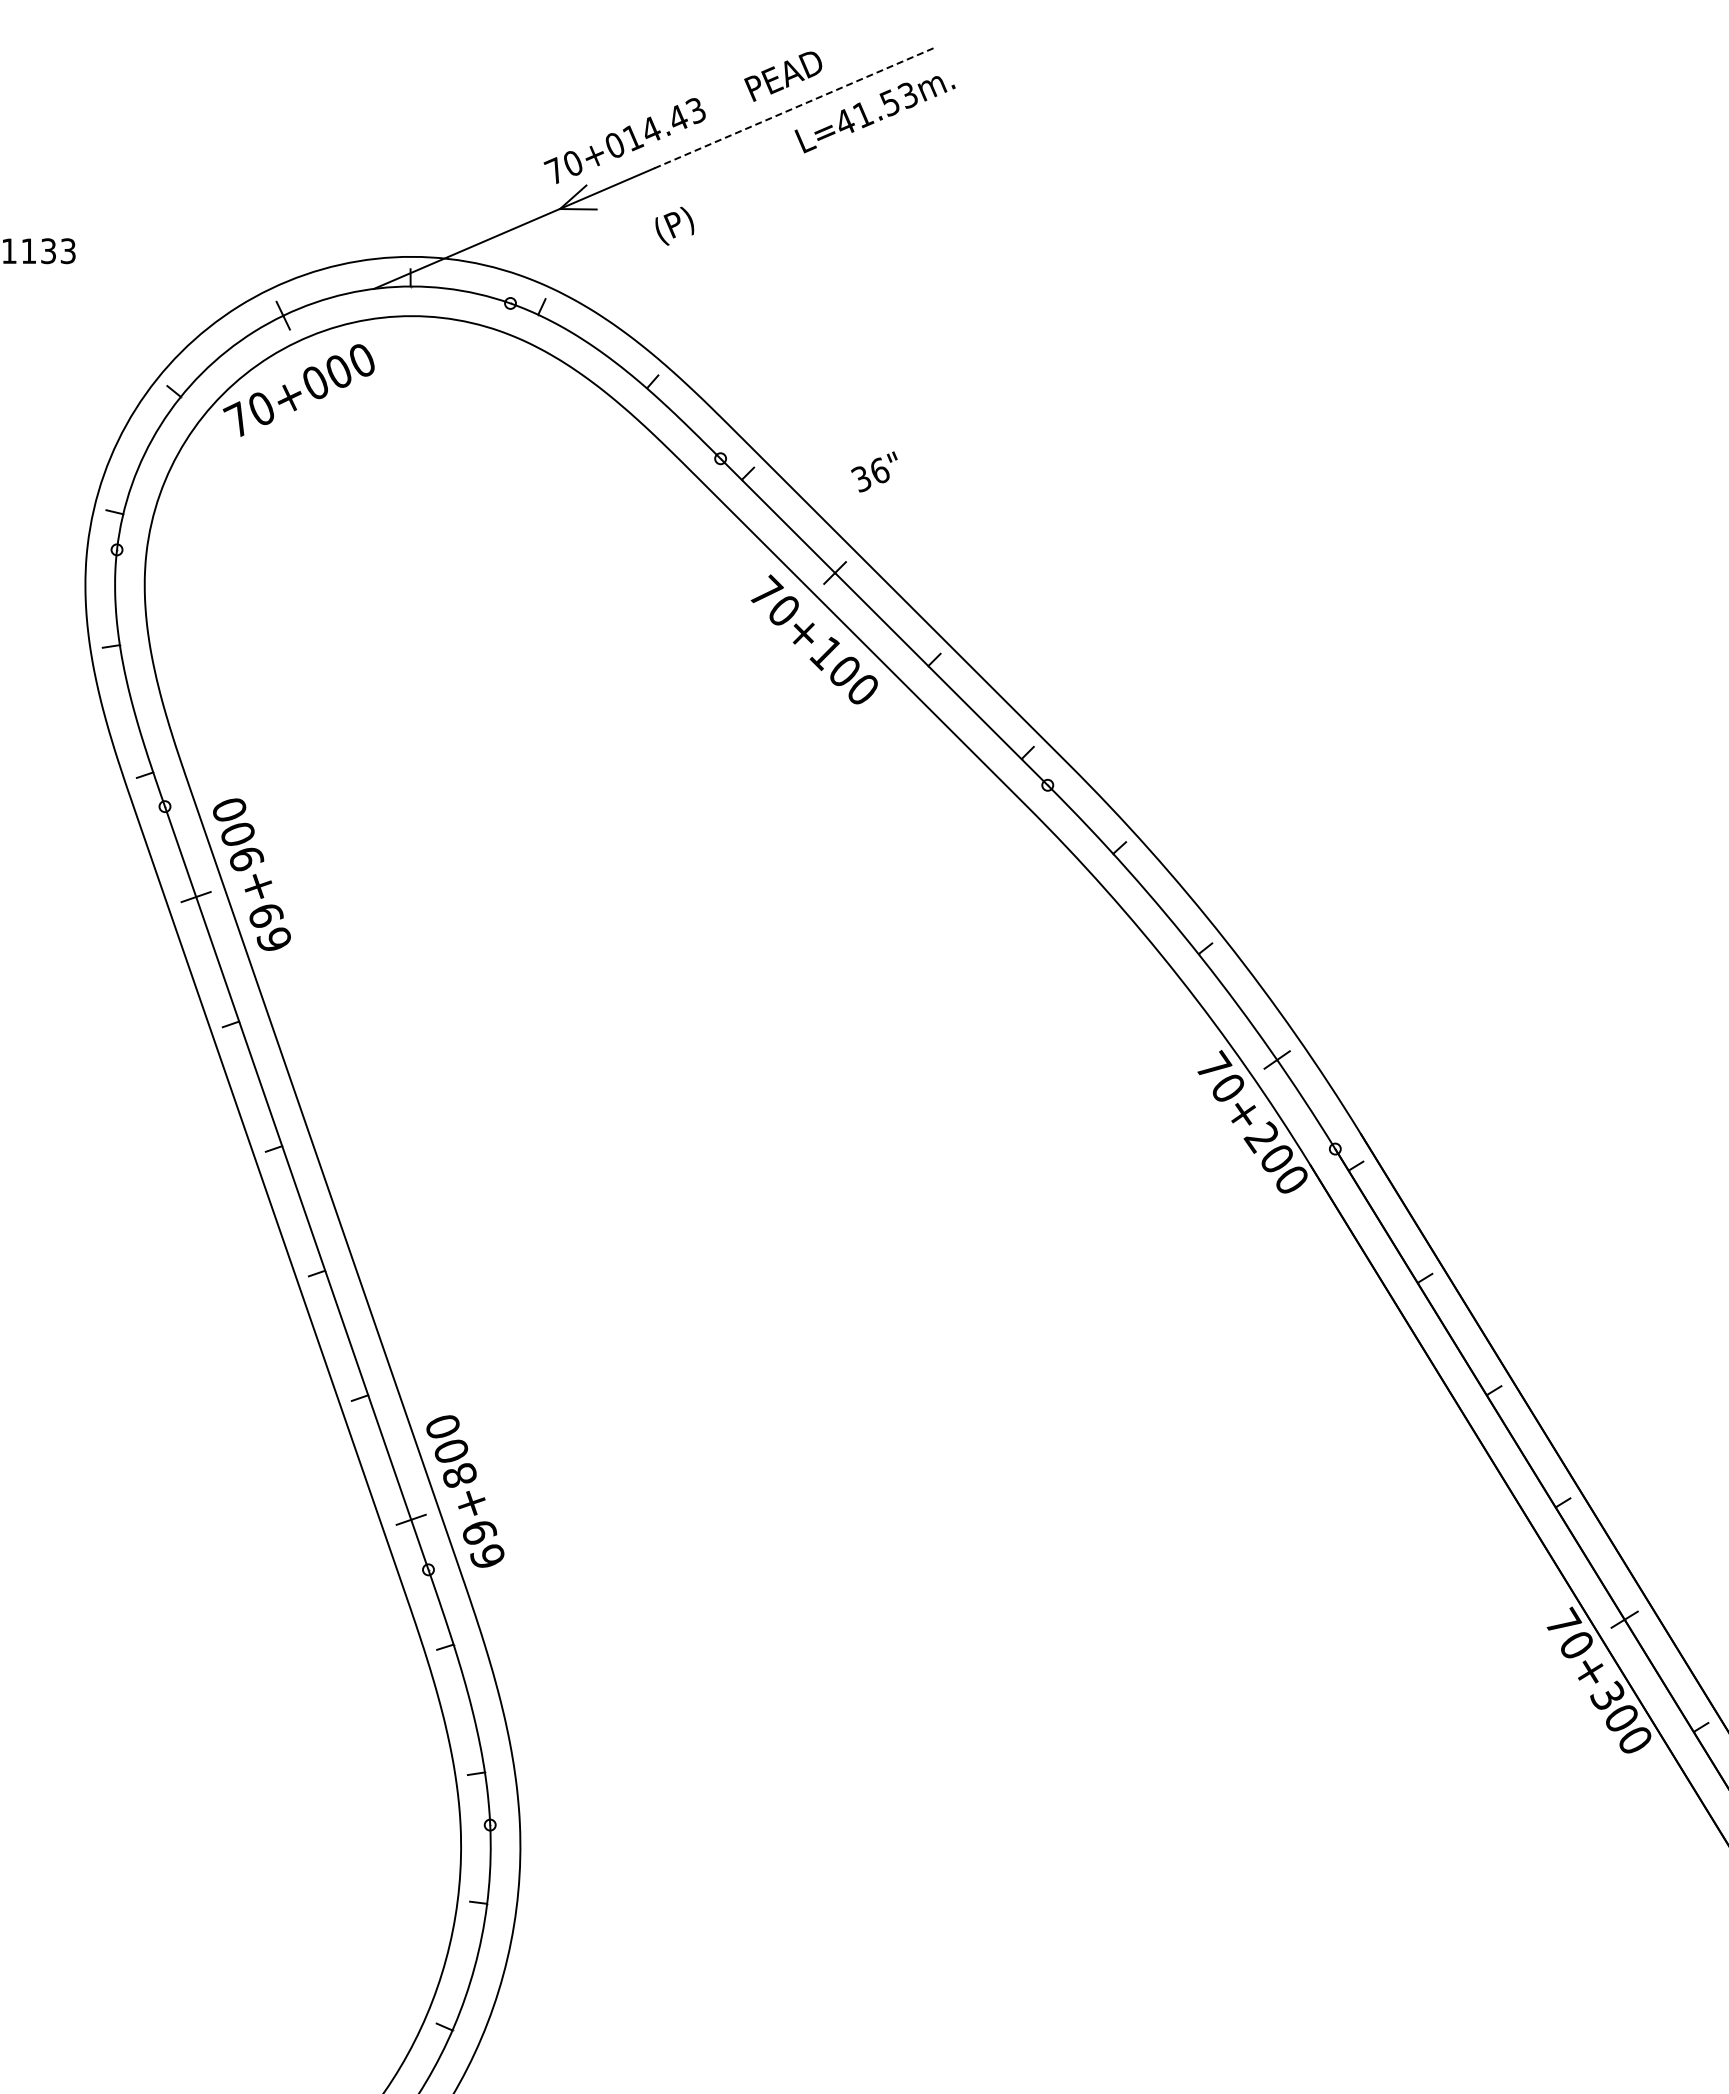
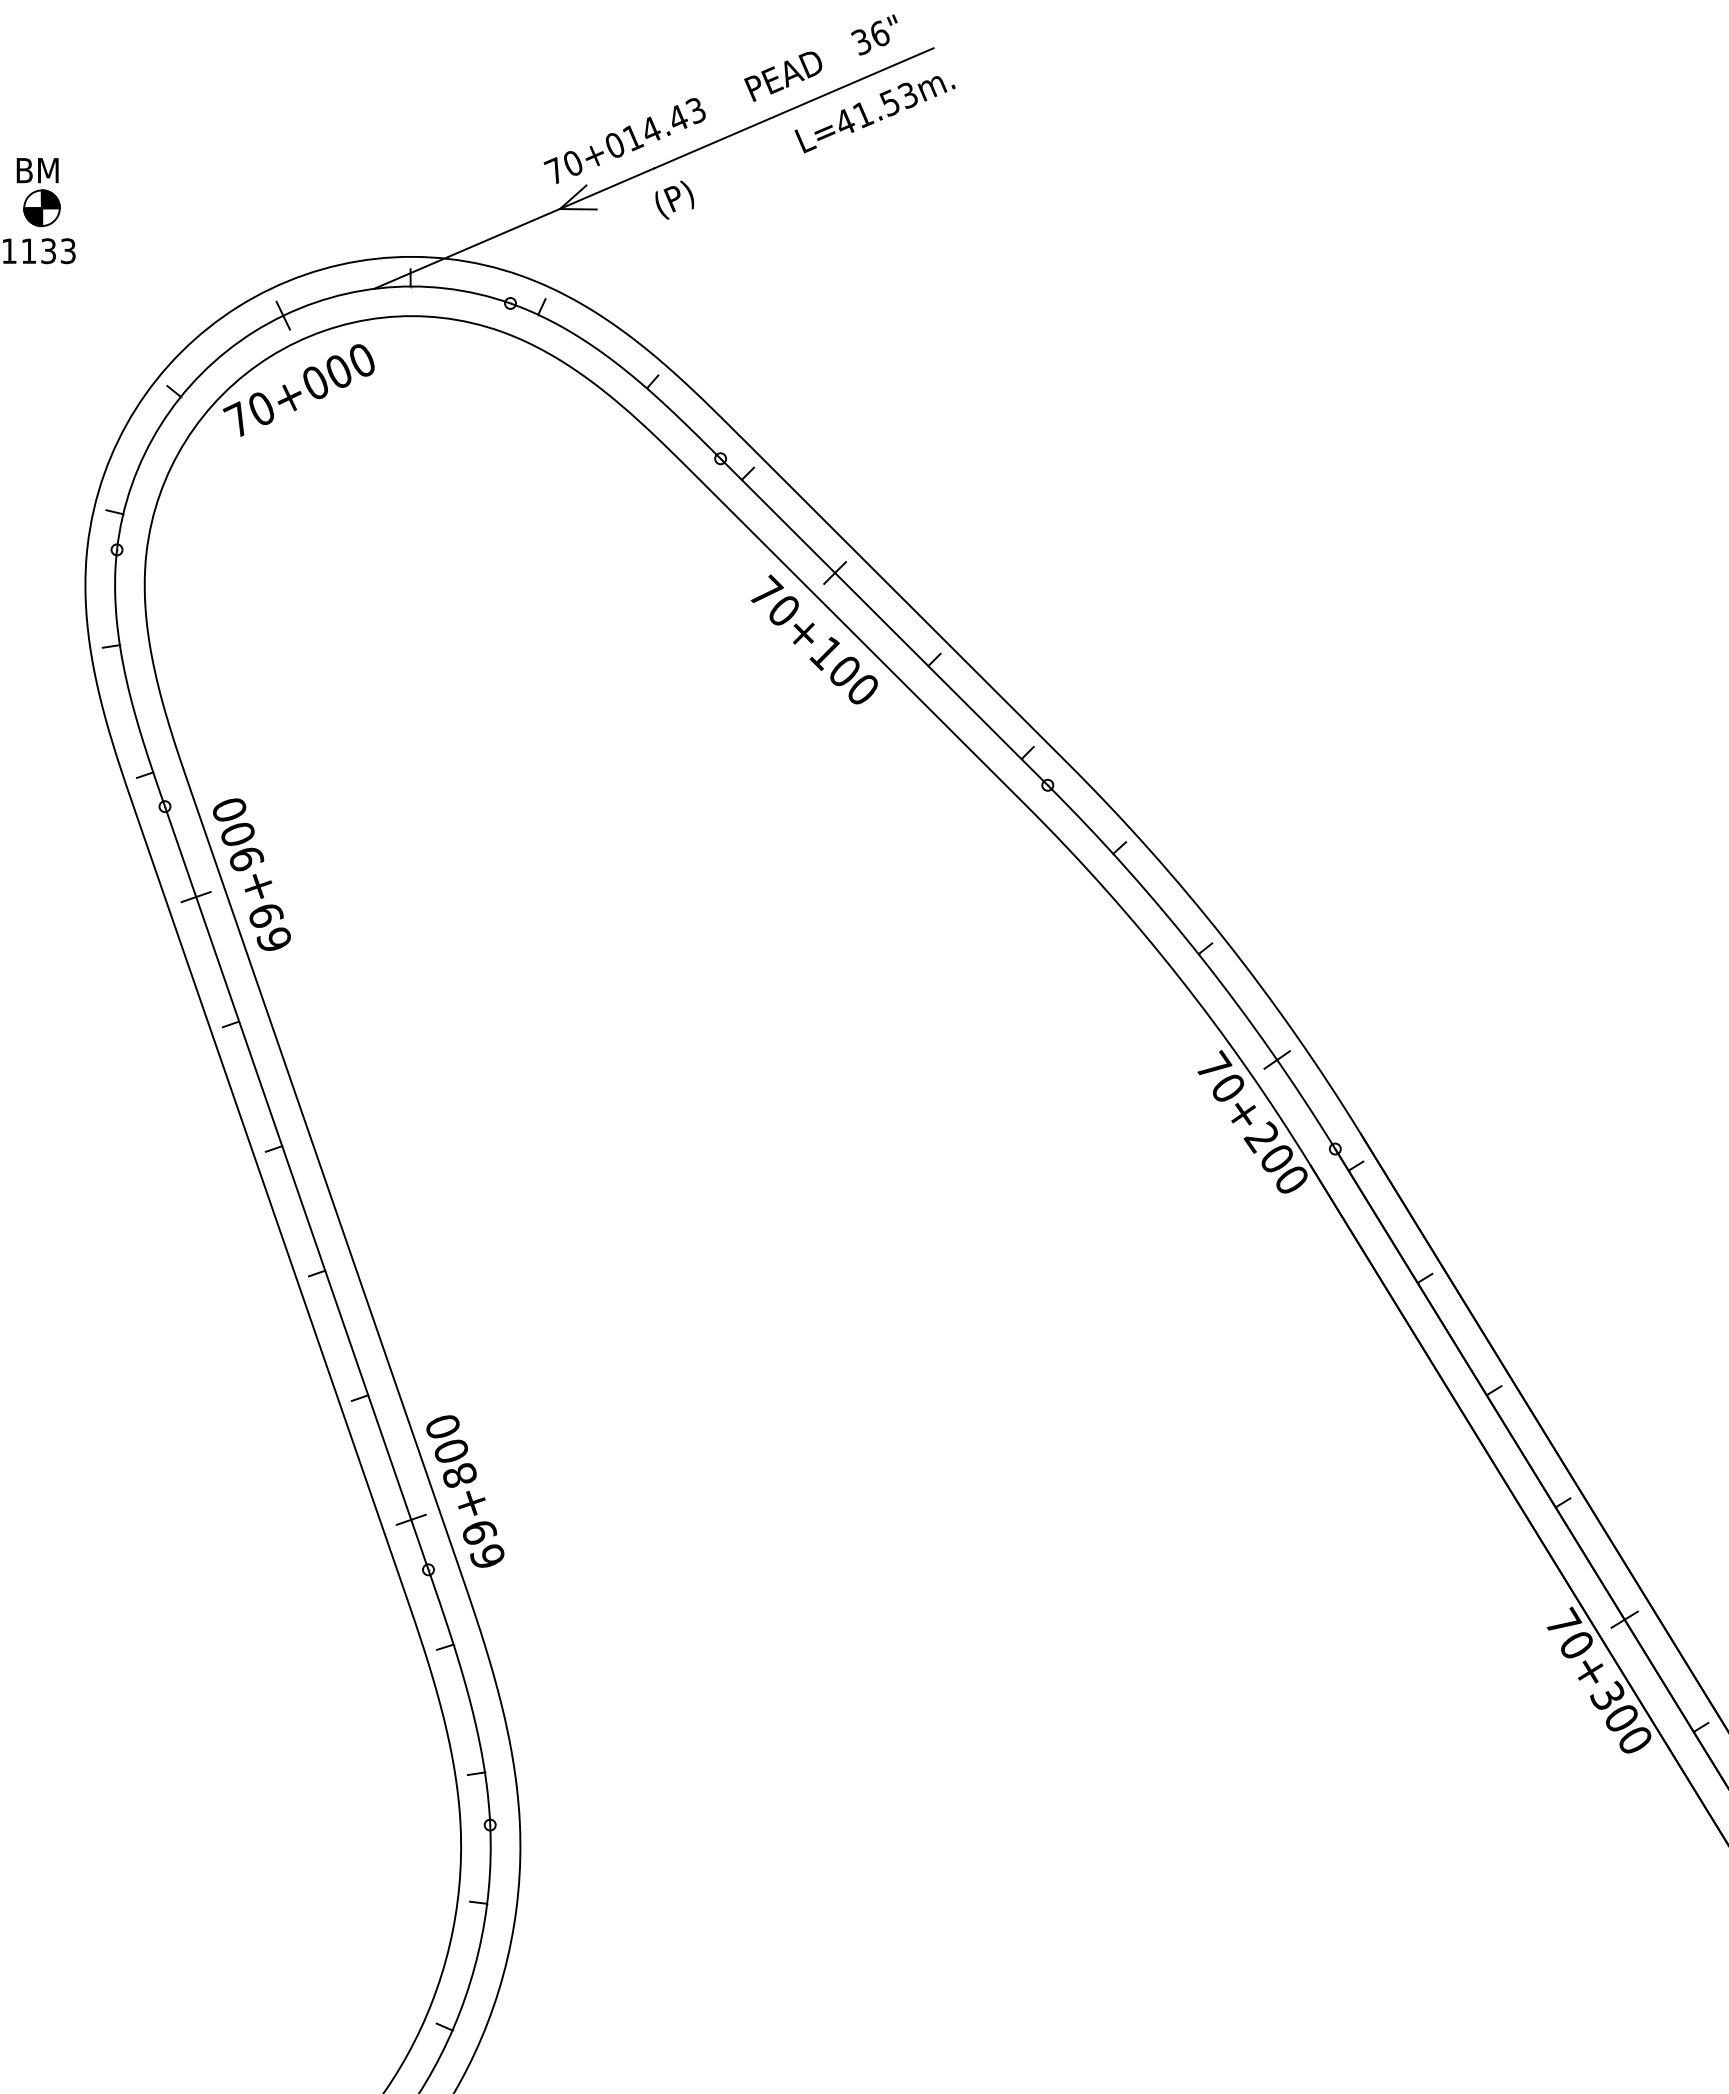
line at (793, 108): dashed -> solid
part at (38, 192): none -> present
text at (674, 225) position: (674, 225) -> (674, 199)
text at (874, 471) position: (874, 471) -> (874, 34)
